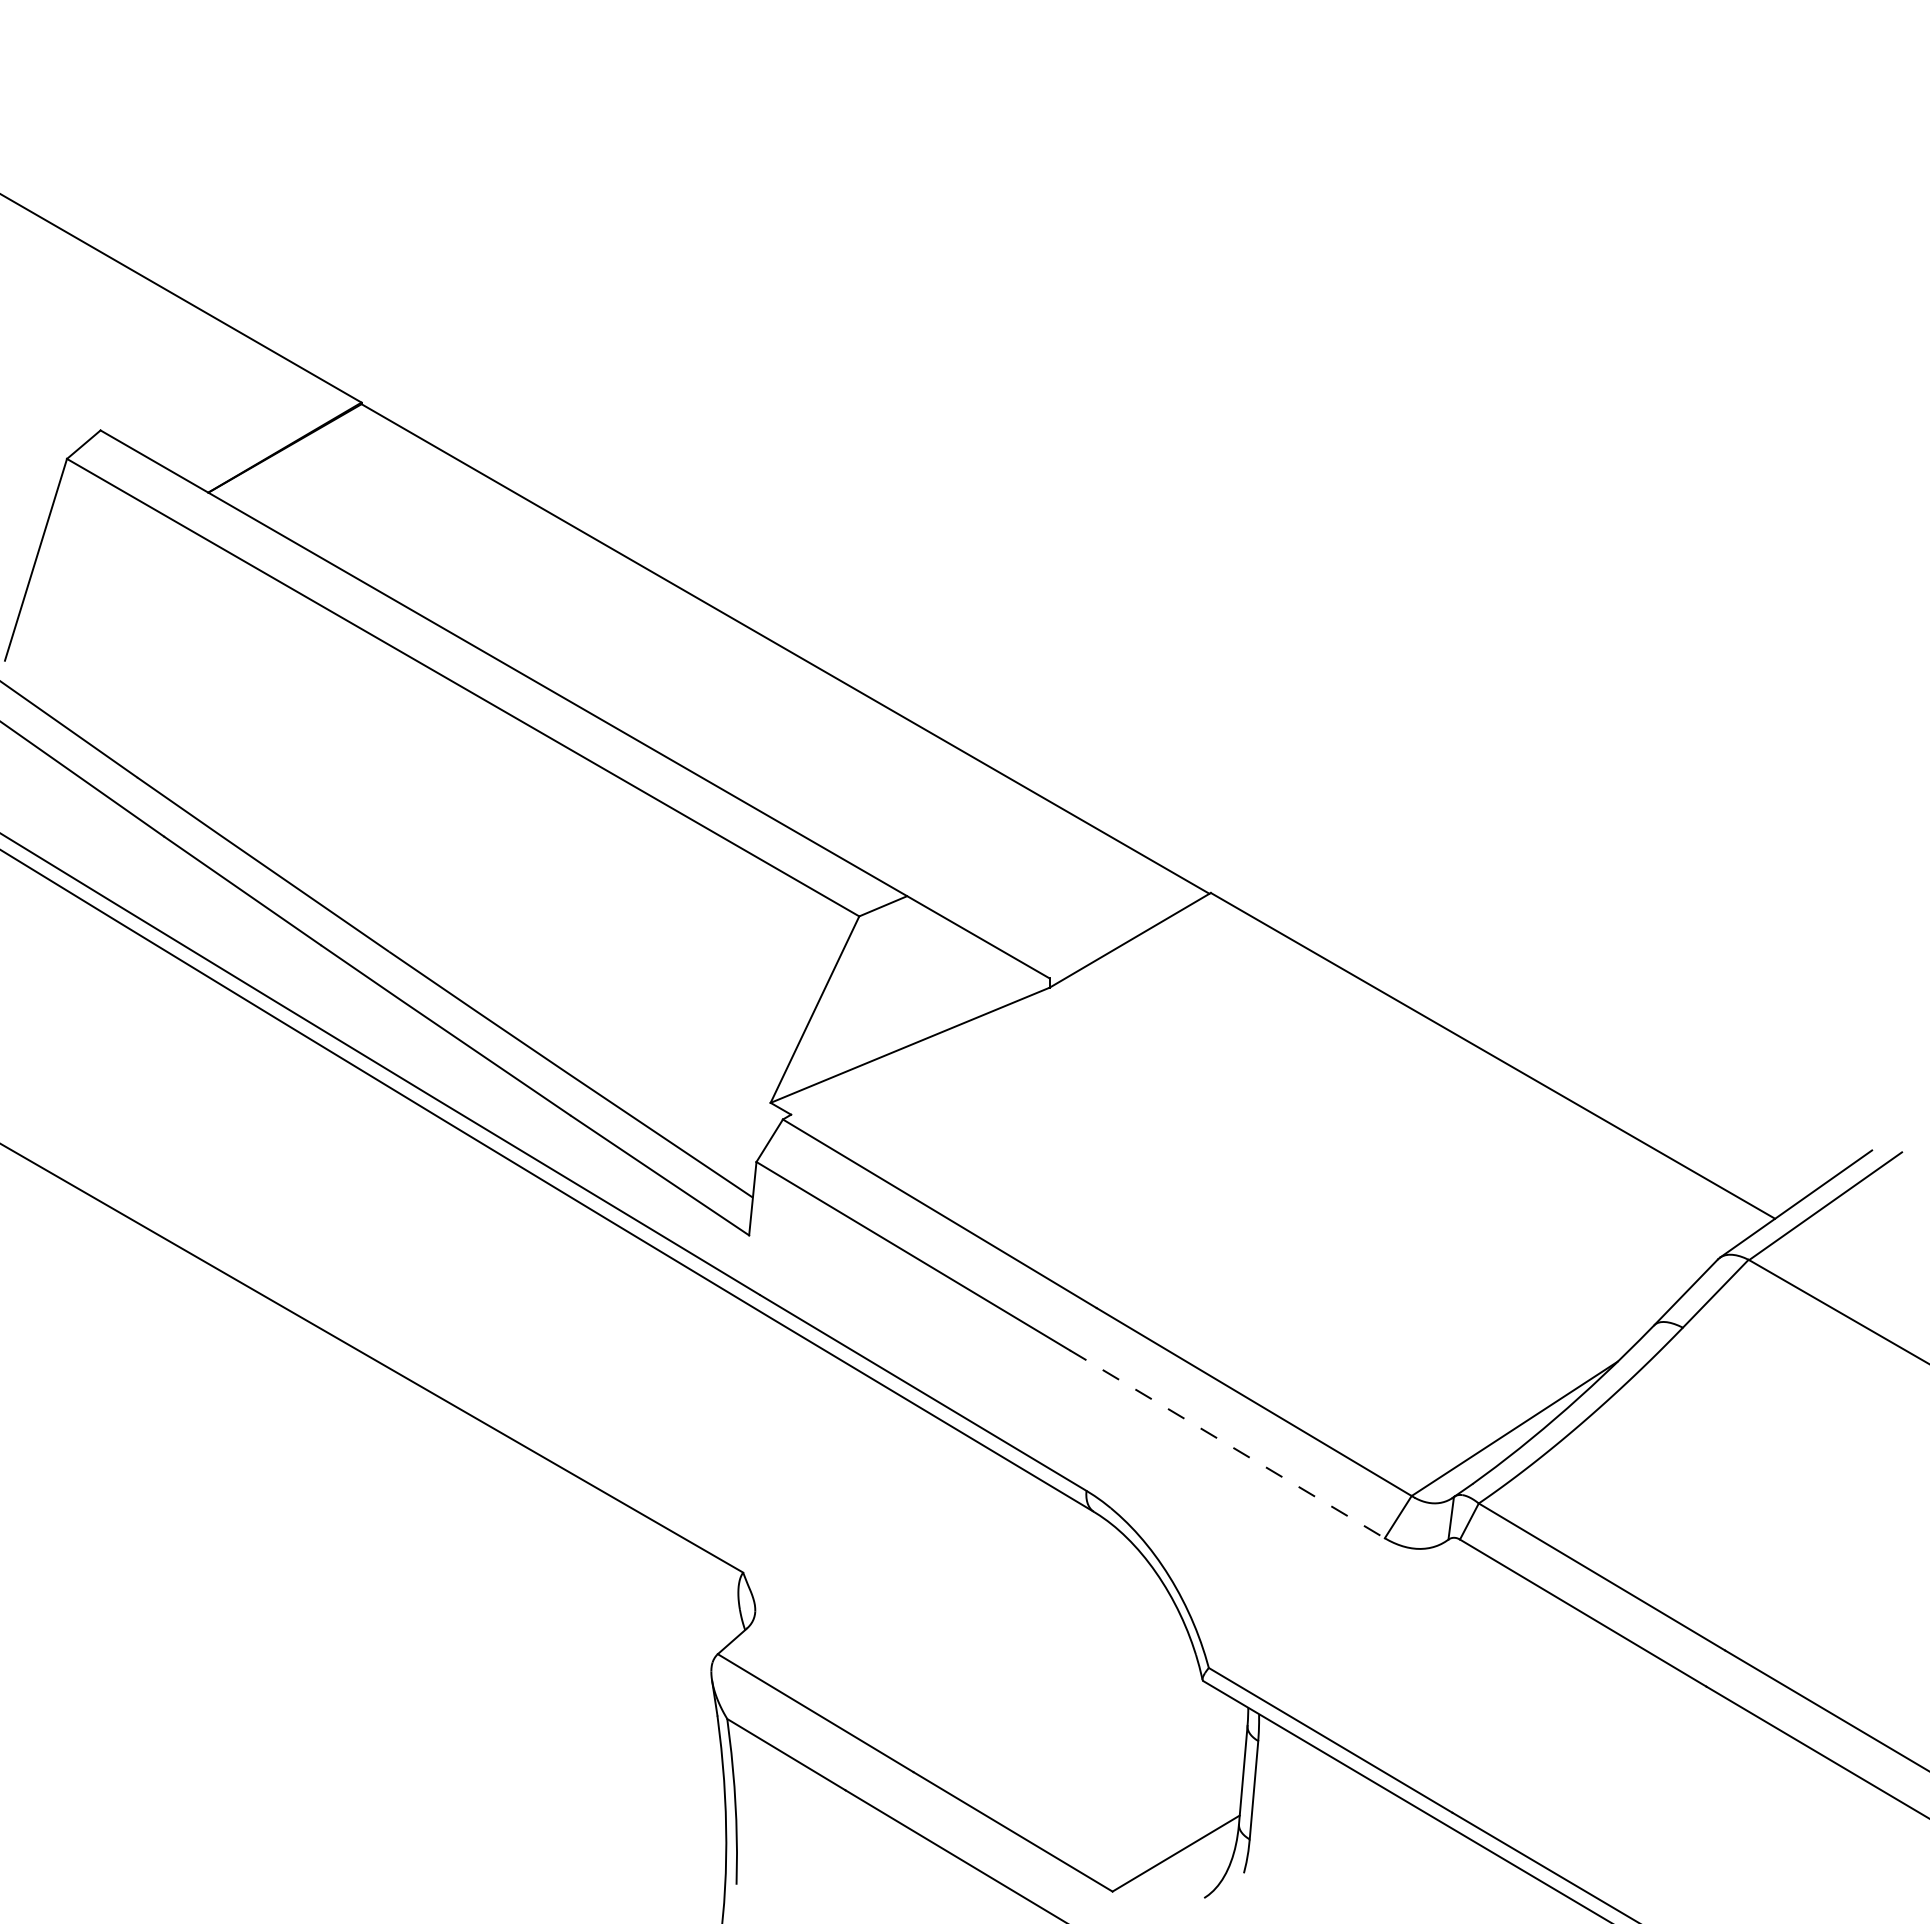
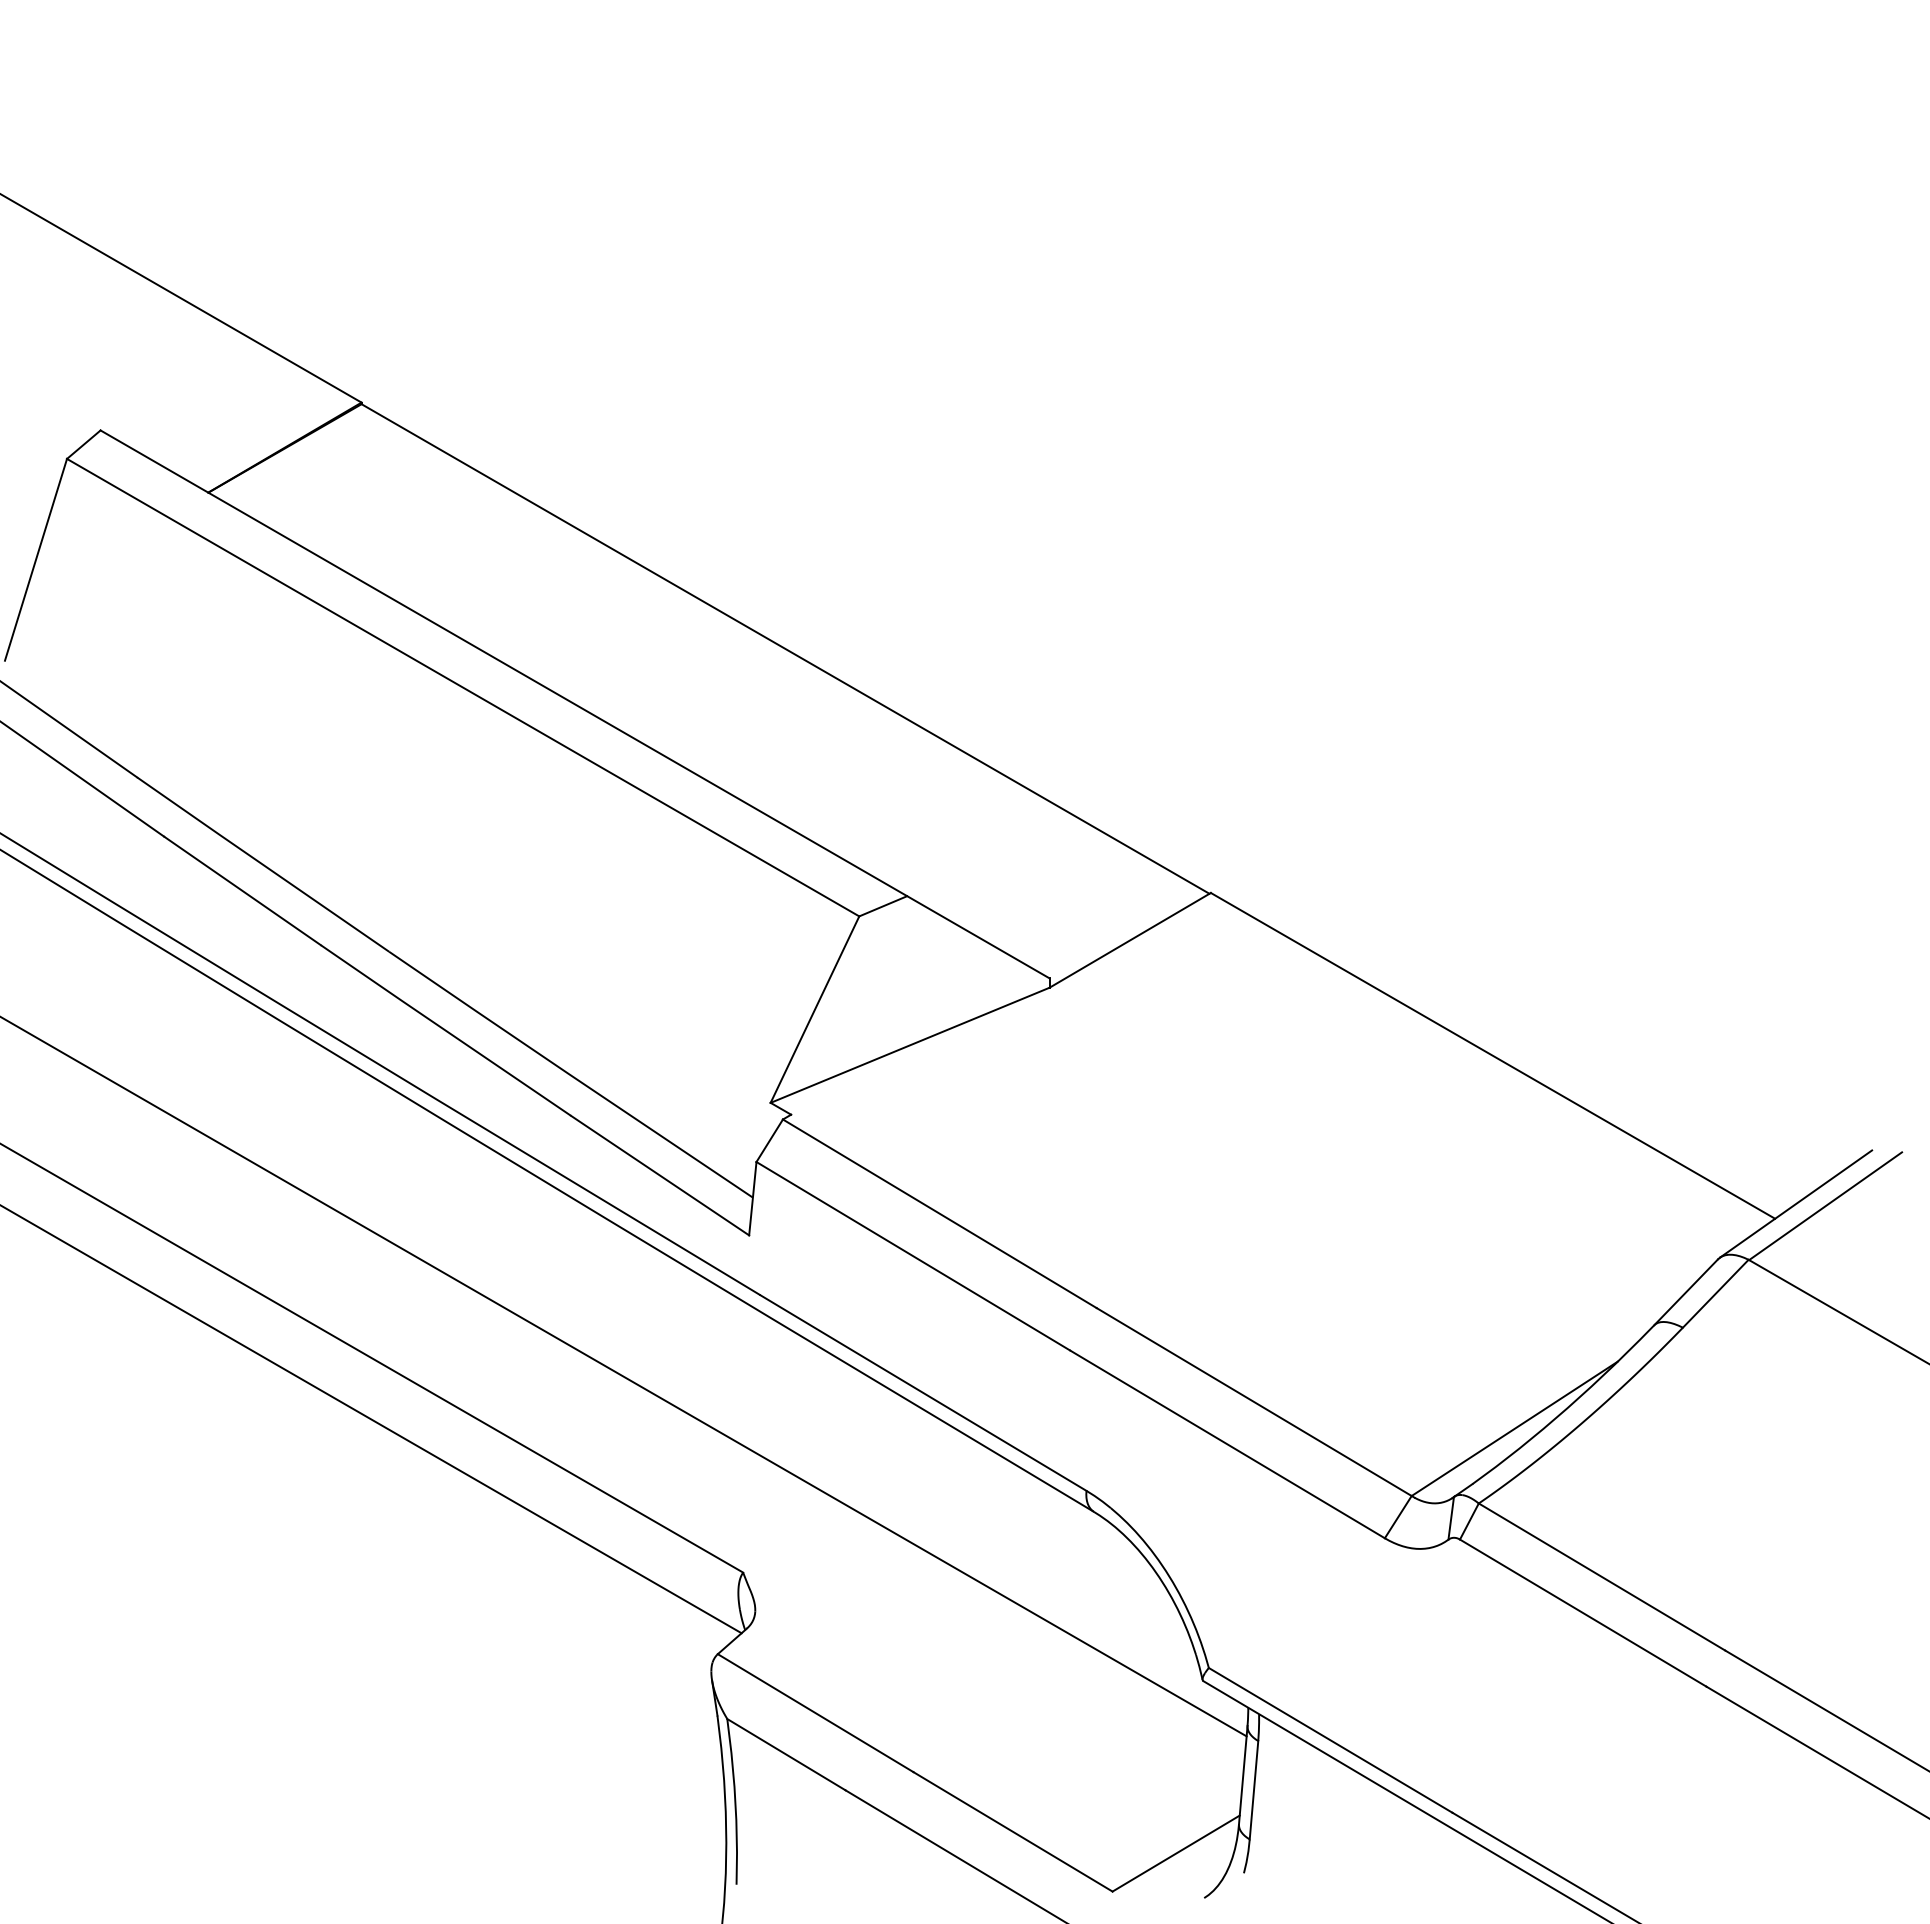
line at (624, 1376): none -> present
line at (371, 1419): none -> present
line at (1227, 1444): dashed -> solid
